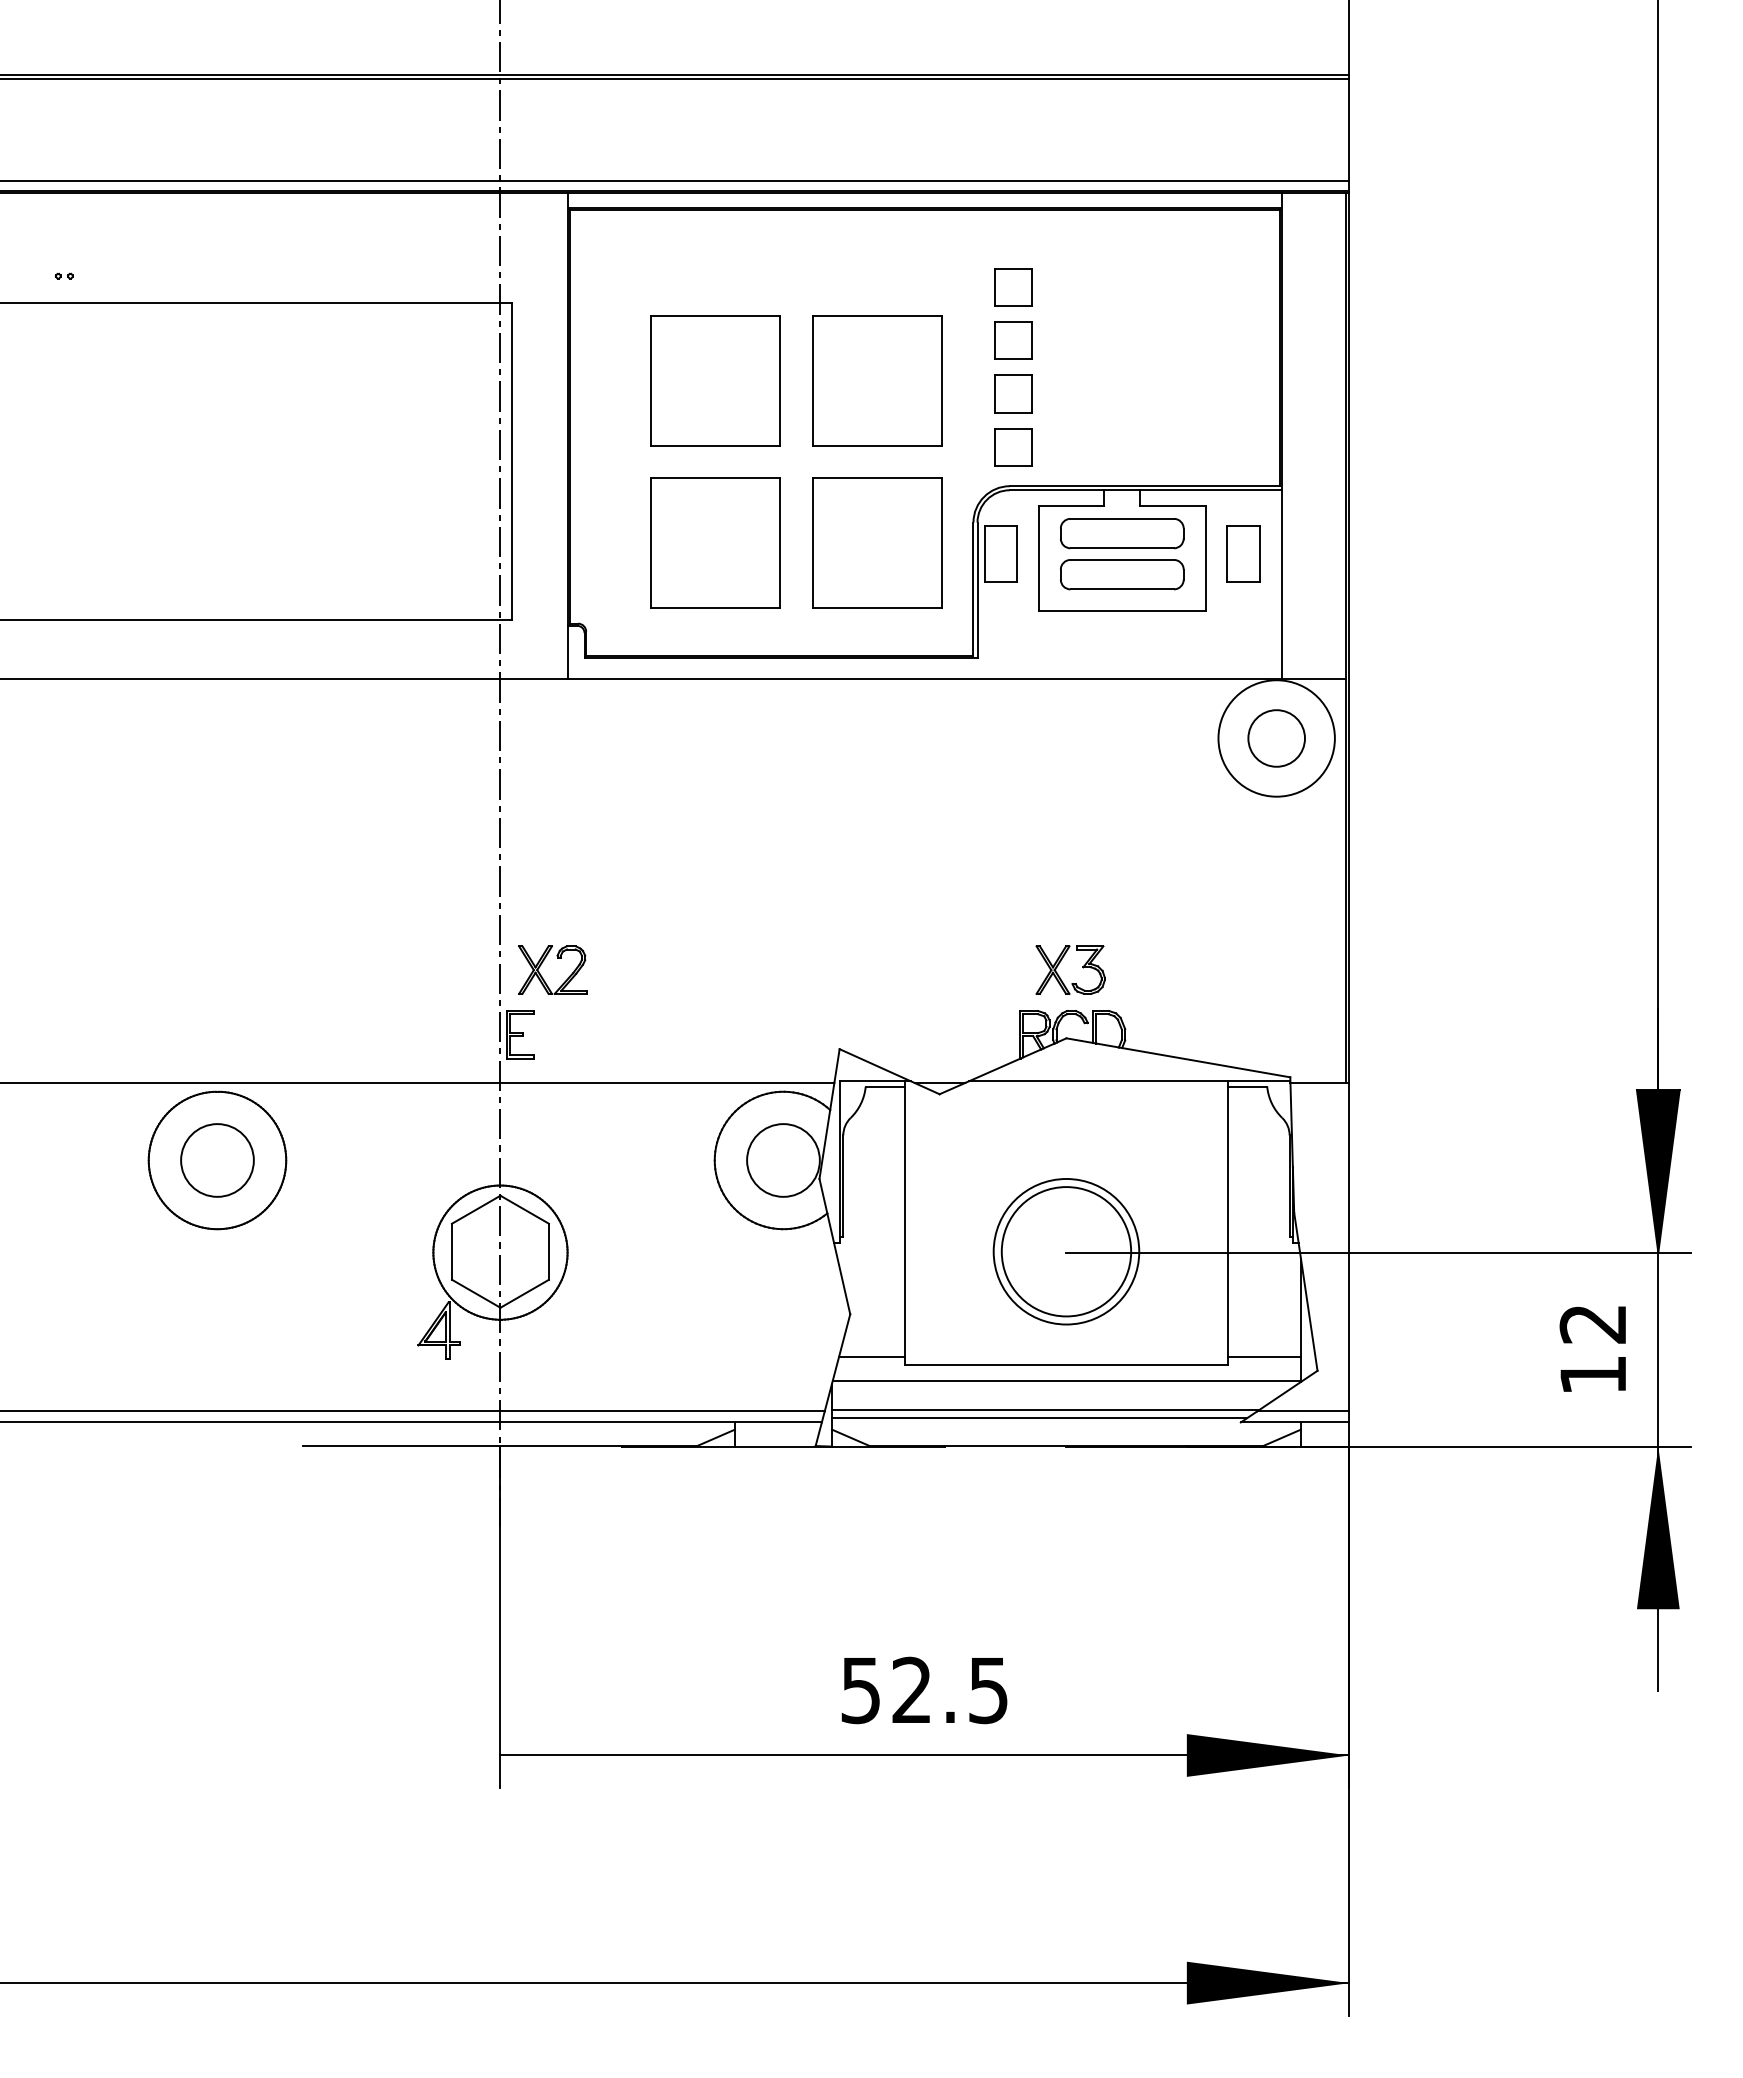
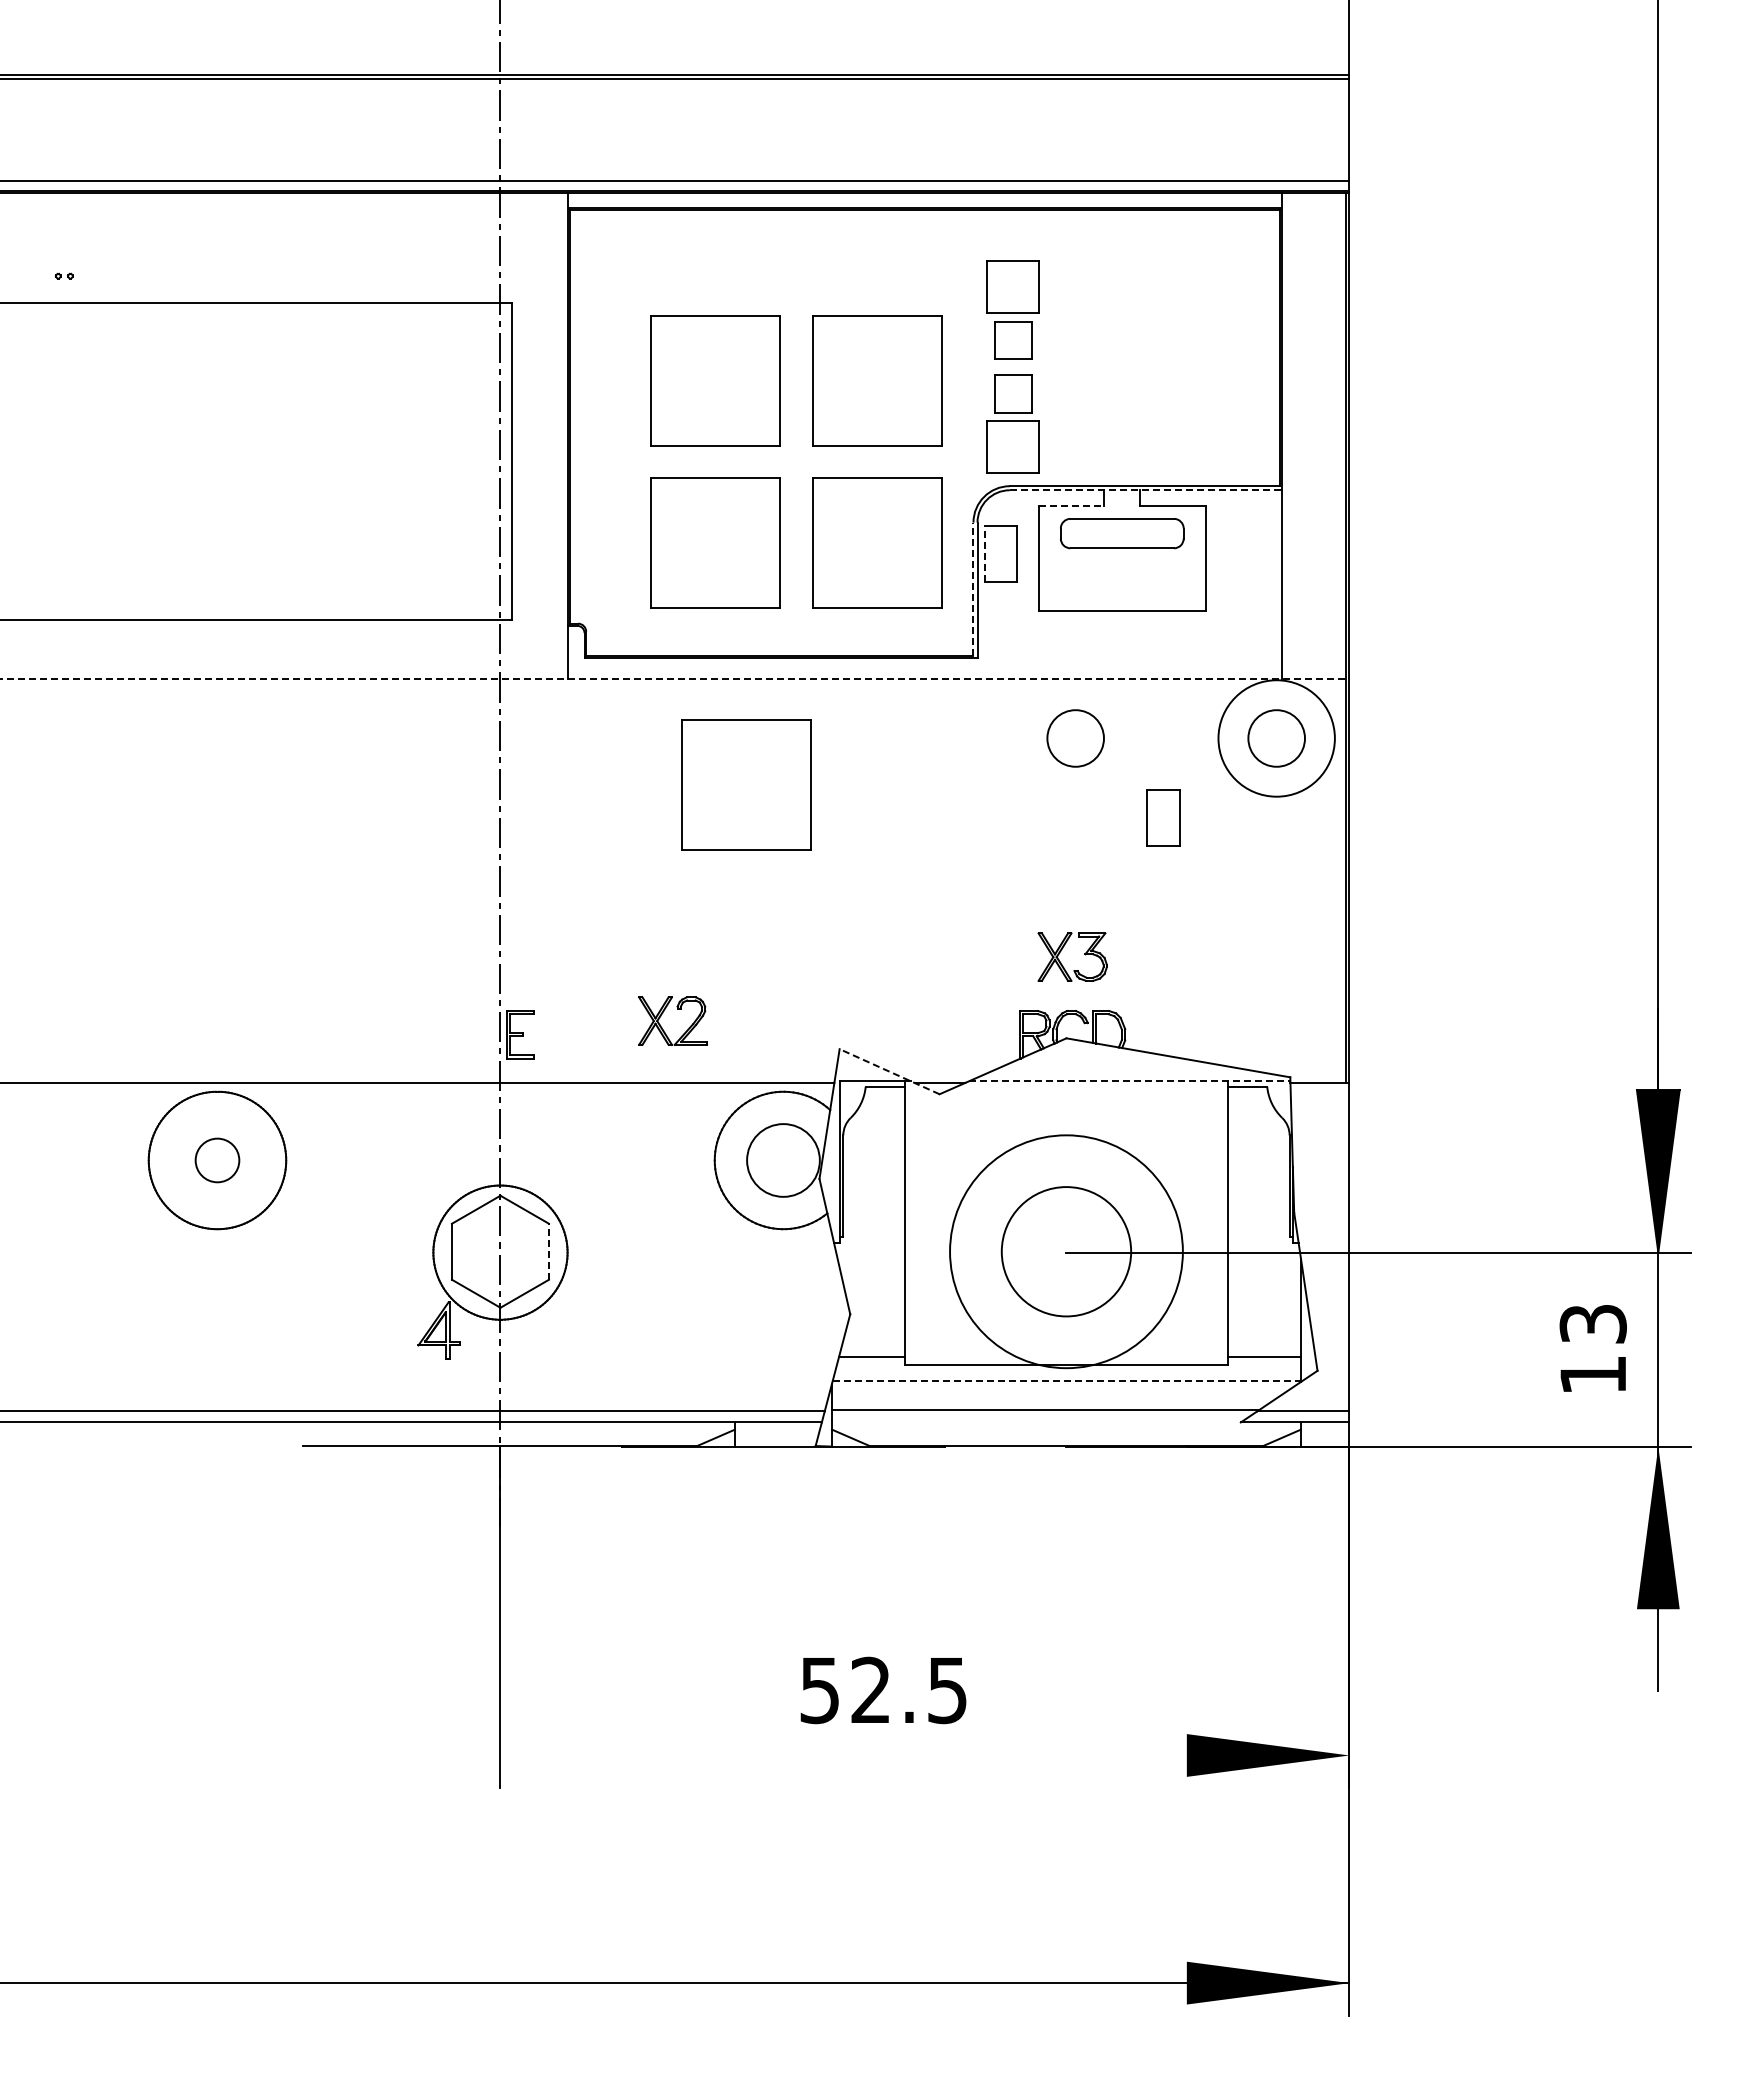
part at (1013, 287) size: 39x39 px -> 54x54 px
part at (1013, 447) size: 39x39 px -> 54x54 px
line at (1145, 490): solid -> dashed
line at (1071, 506): solid -> dashed
line at (984, 553): solid -> dashed
part at (1243, 553) position: (1243, 553) -> (1163, 817)
part at (1122, 574): present -> none
line at (973, 589): solid -> dashed
line at (673, 678): solid -> dashed
circle at (1075, 738): none -> present
part at (746, 784): none -> present
part at (1061, 961) position: (1061, 961) -> (1063, 948)
part at (543, 962) position: (543, 962) -> (663, 1013)
line at (889, 1071): solid -> dashed
line at (1129, 1081): solid -> dashed
circle at (217, 1160) diameter: 73 px -> 44 px
line at (549, 1251): solid -> dashed
circle at (1066, 1251) diameter: 146 px -> 233 px
text at (1592, 1324): 12 -> 13
line at (1067, 1381): solid -> dashed
line at (1038, 1418): present -> none
text at (924, 1690) position: (924, 1690) -> (883, 1690)
line at (924, 1755): present -> none
